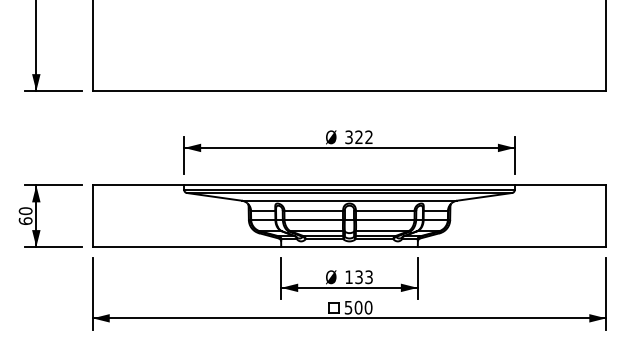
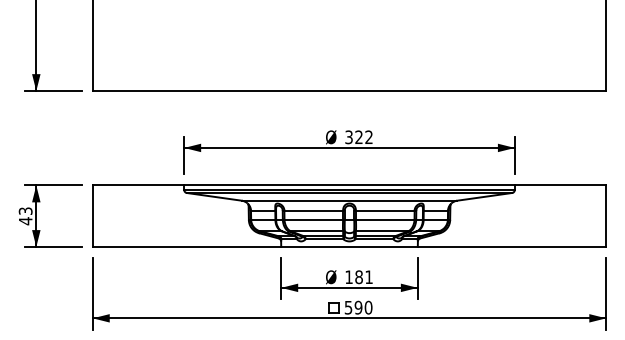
text at (25, 216): 60 -> 43
text at (363, 277): 133 -> 181
text at (358, 307): 500 -> 590
